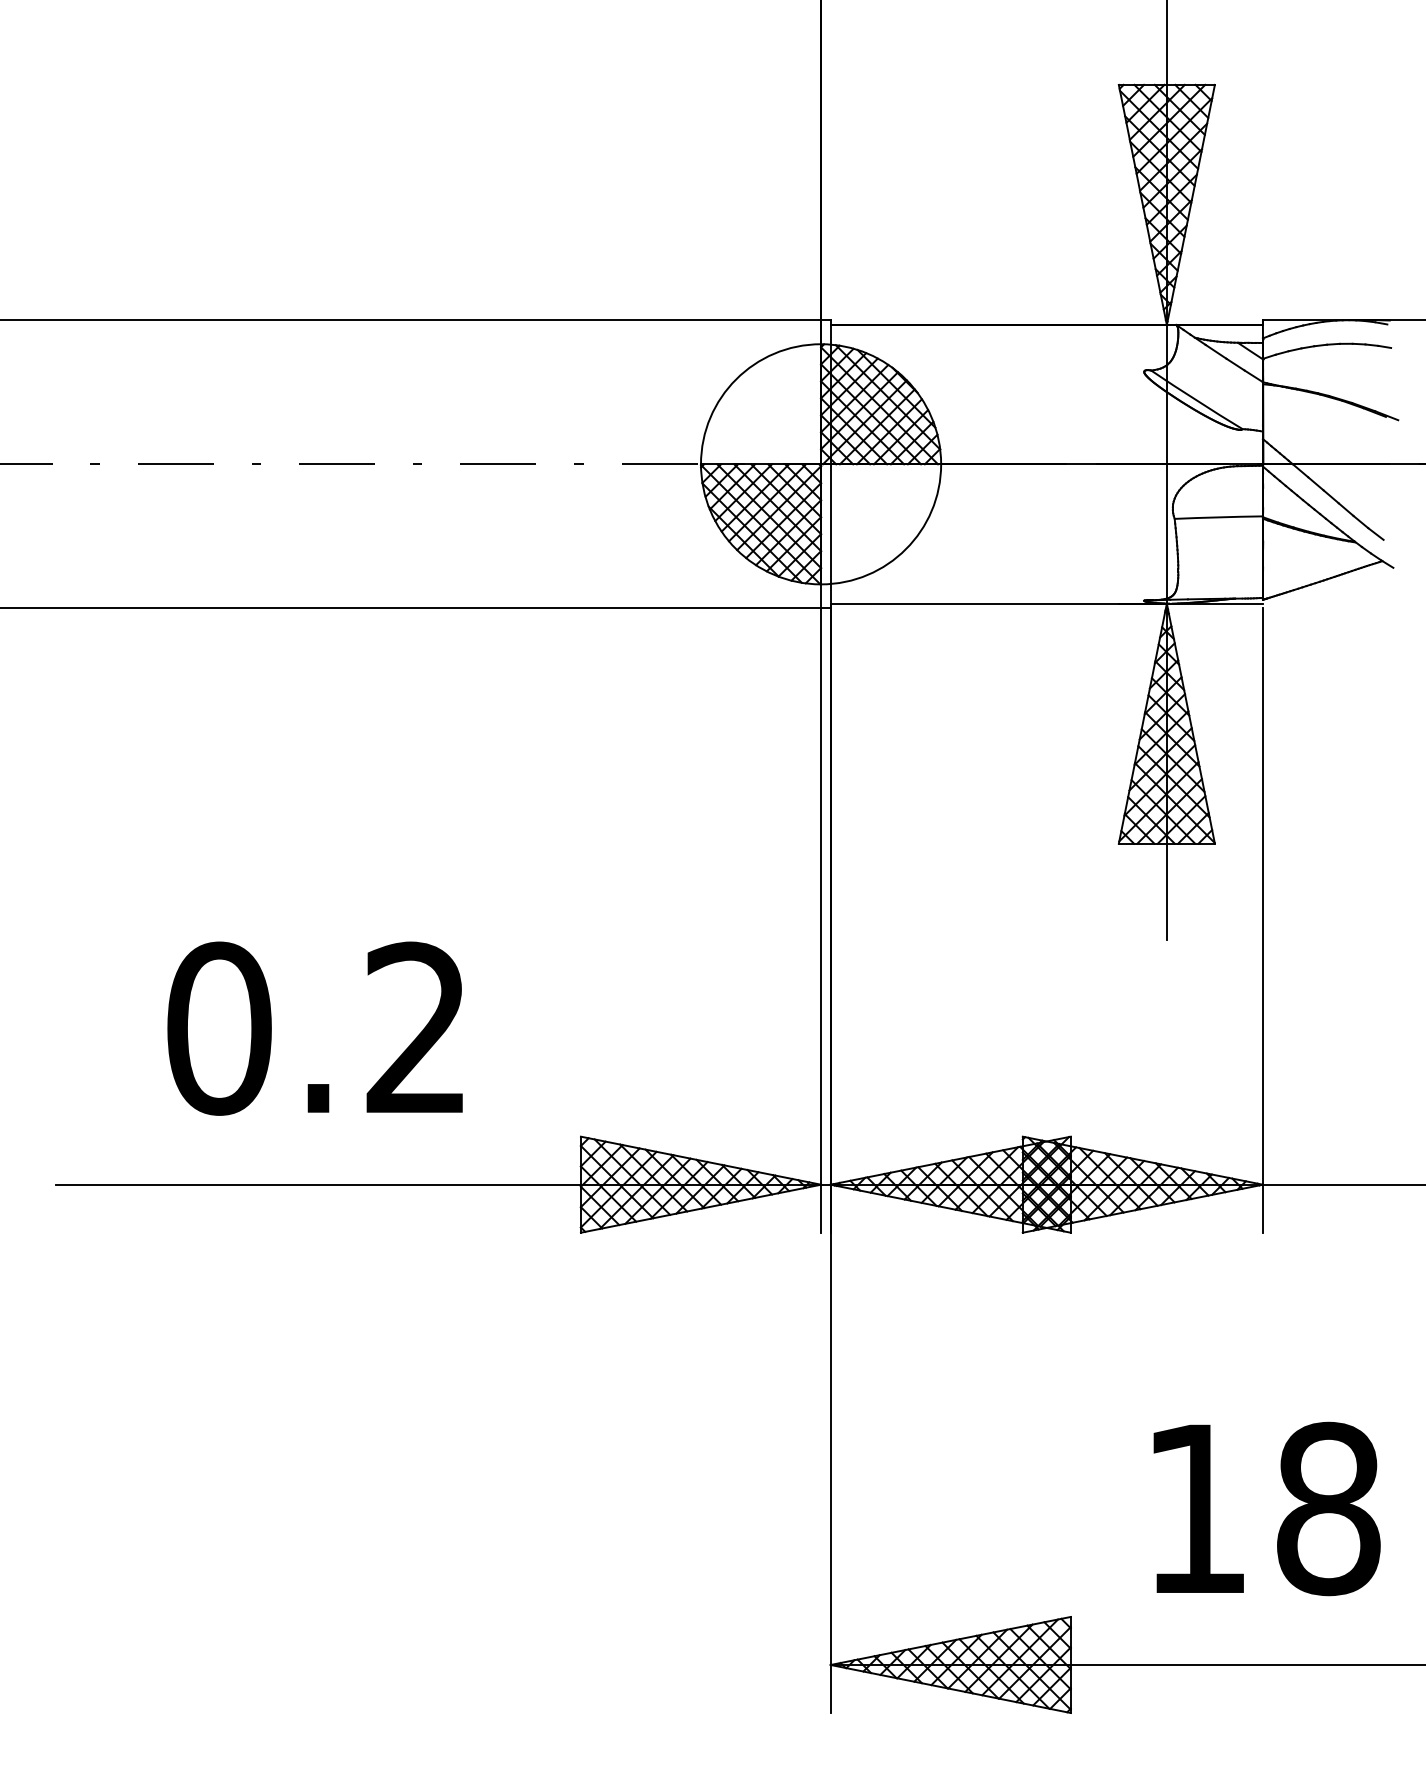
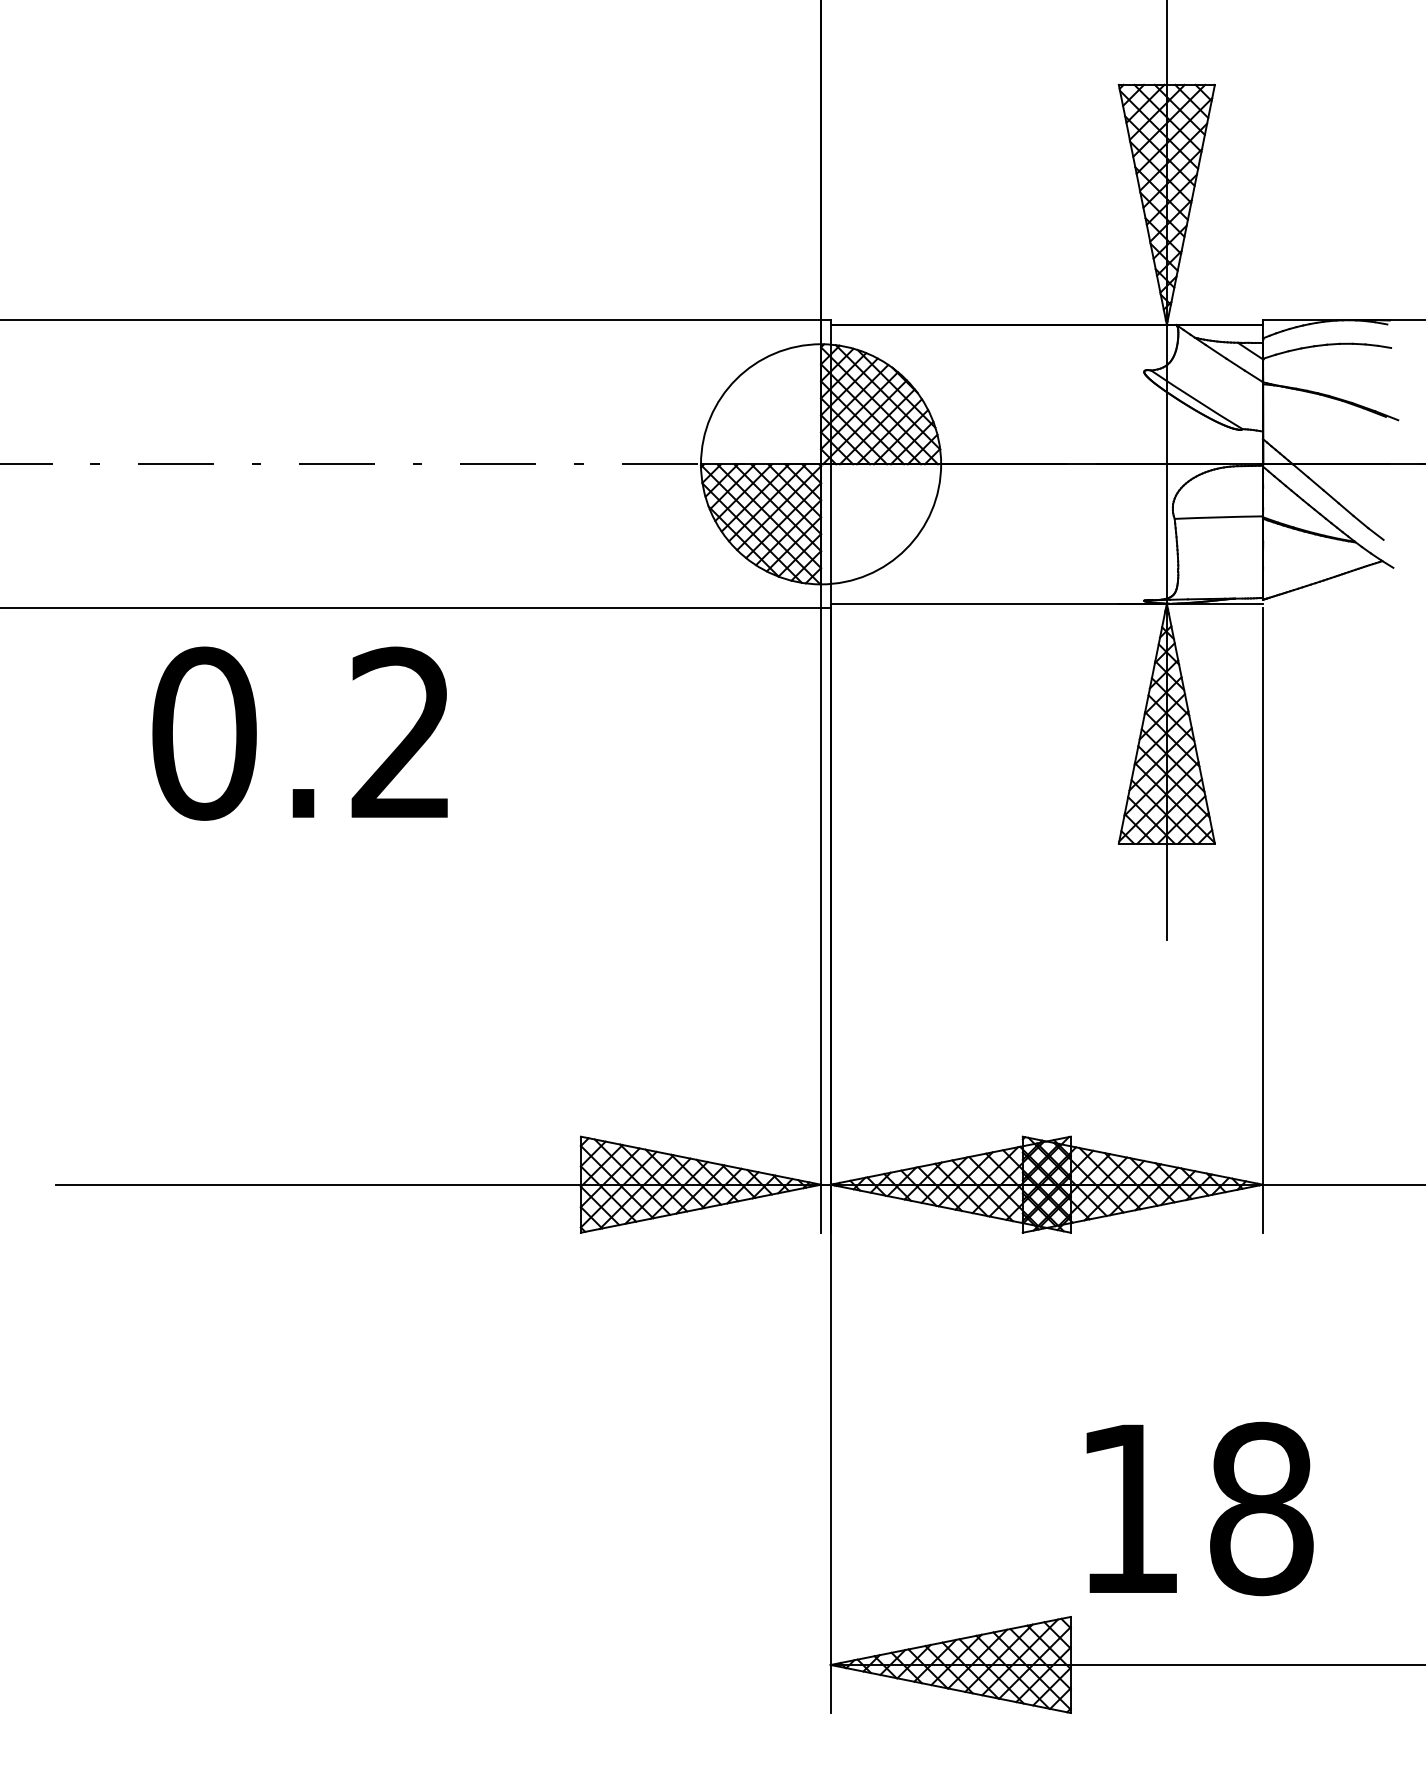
text at (314, 1028) position: (314, 1028) -> (299, 733)
text at (1266, 1508) position: (1266, 1508) -> (1199, 1508)
